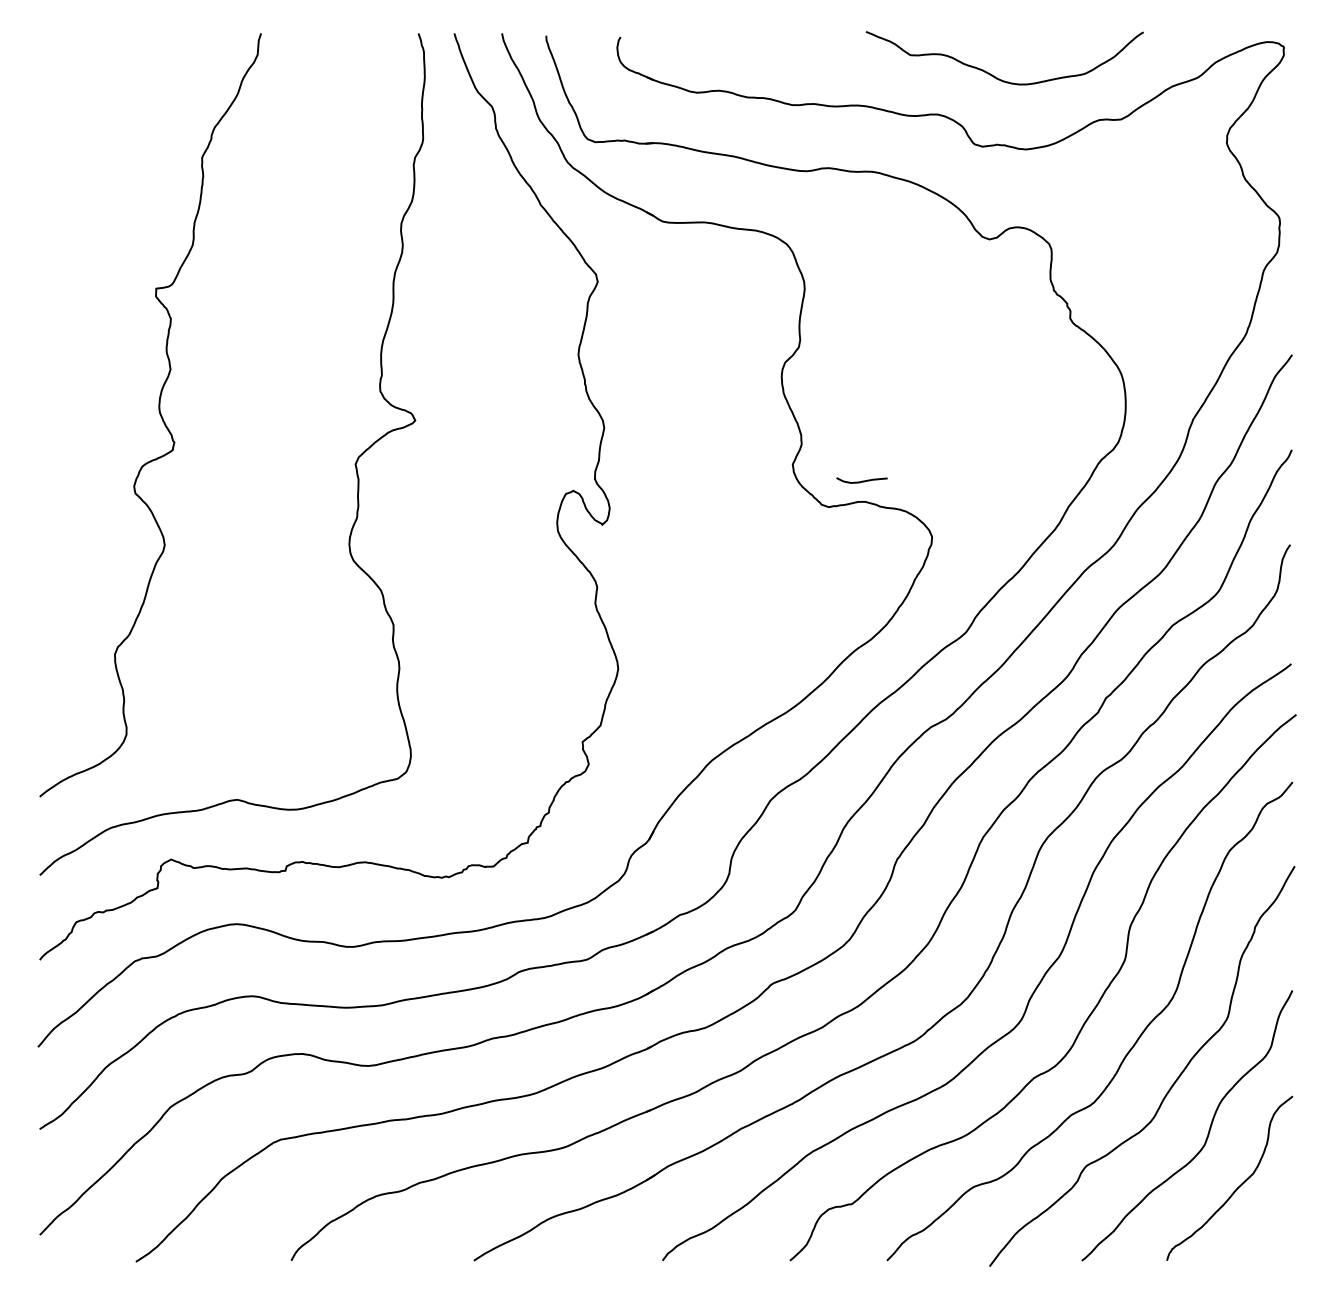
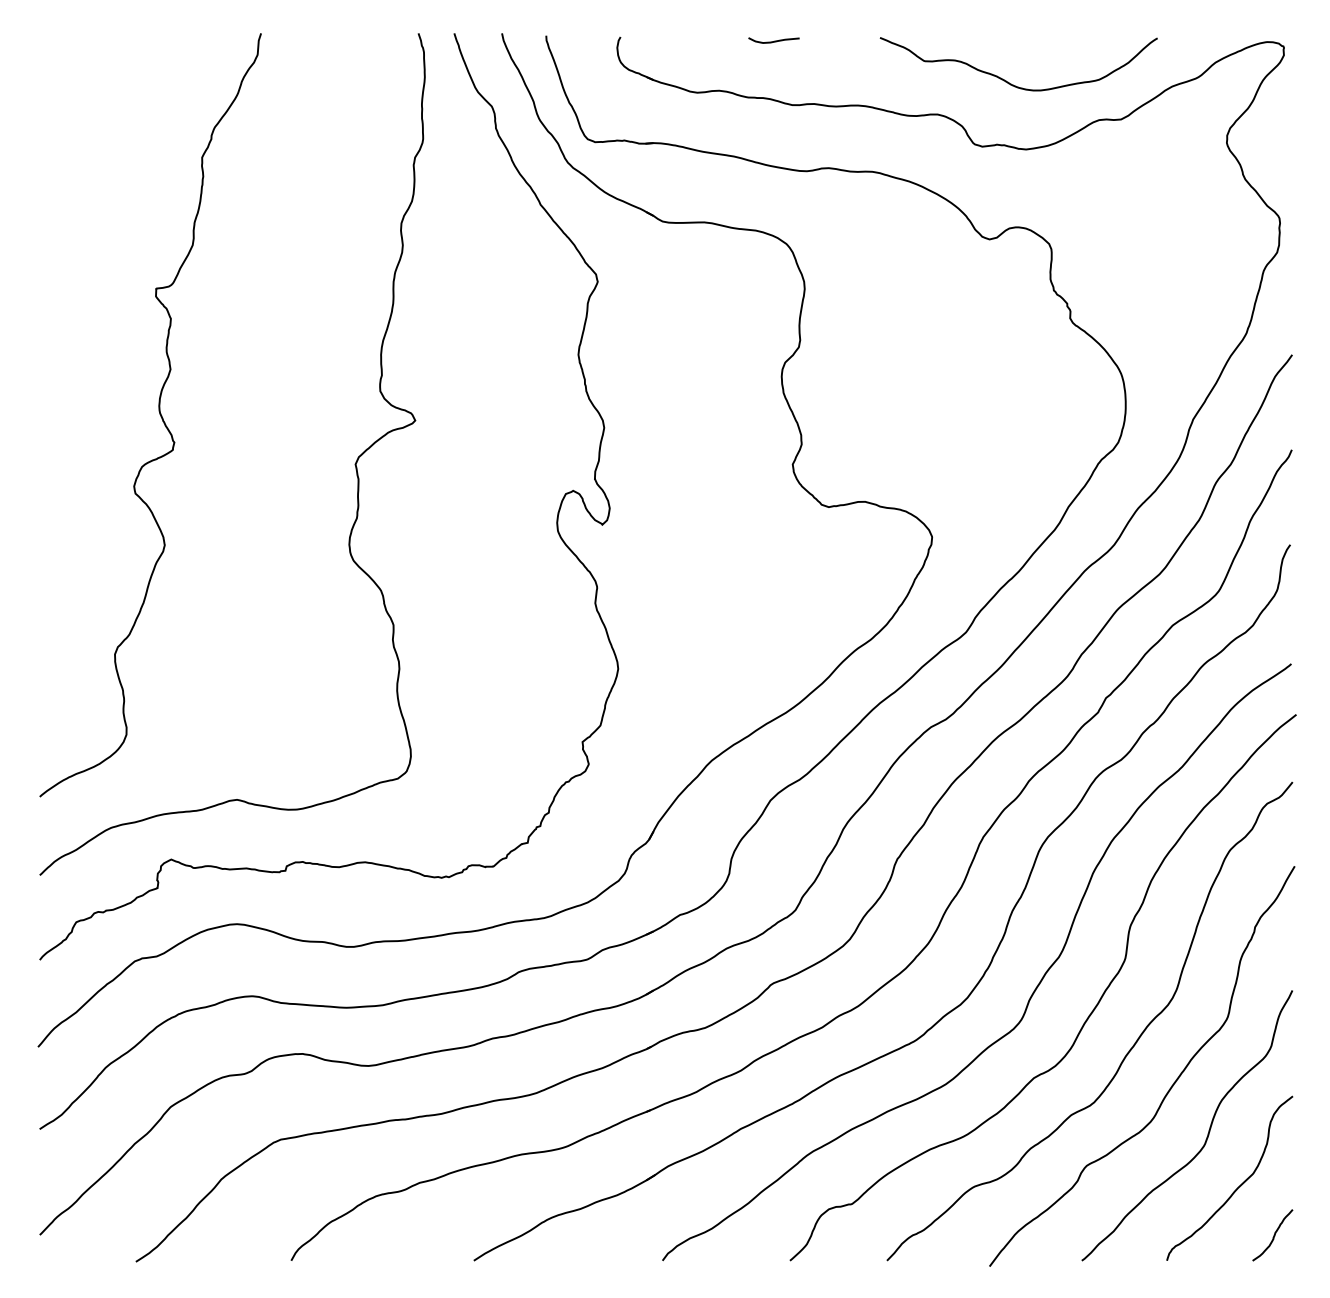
curve at (994, 75) position: (994, 75) -> (1008, 81)
curve at (862, 480) position: (862, 480) -> (774, 40)
curve at (1273, 1235): none -> present
